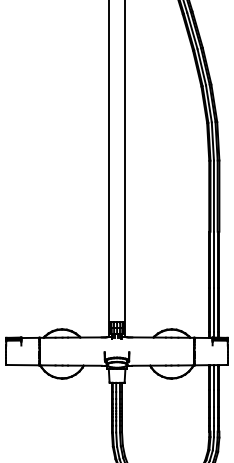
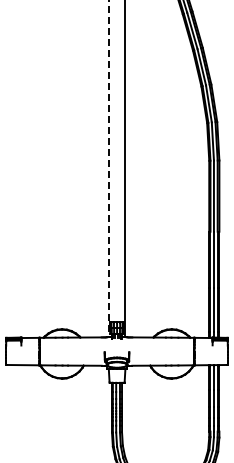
line at (109, 169): solid -> dashed
